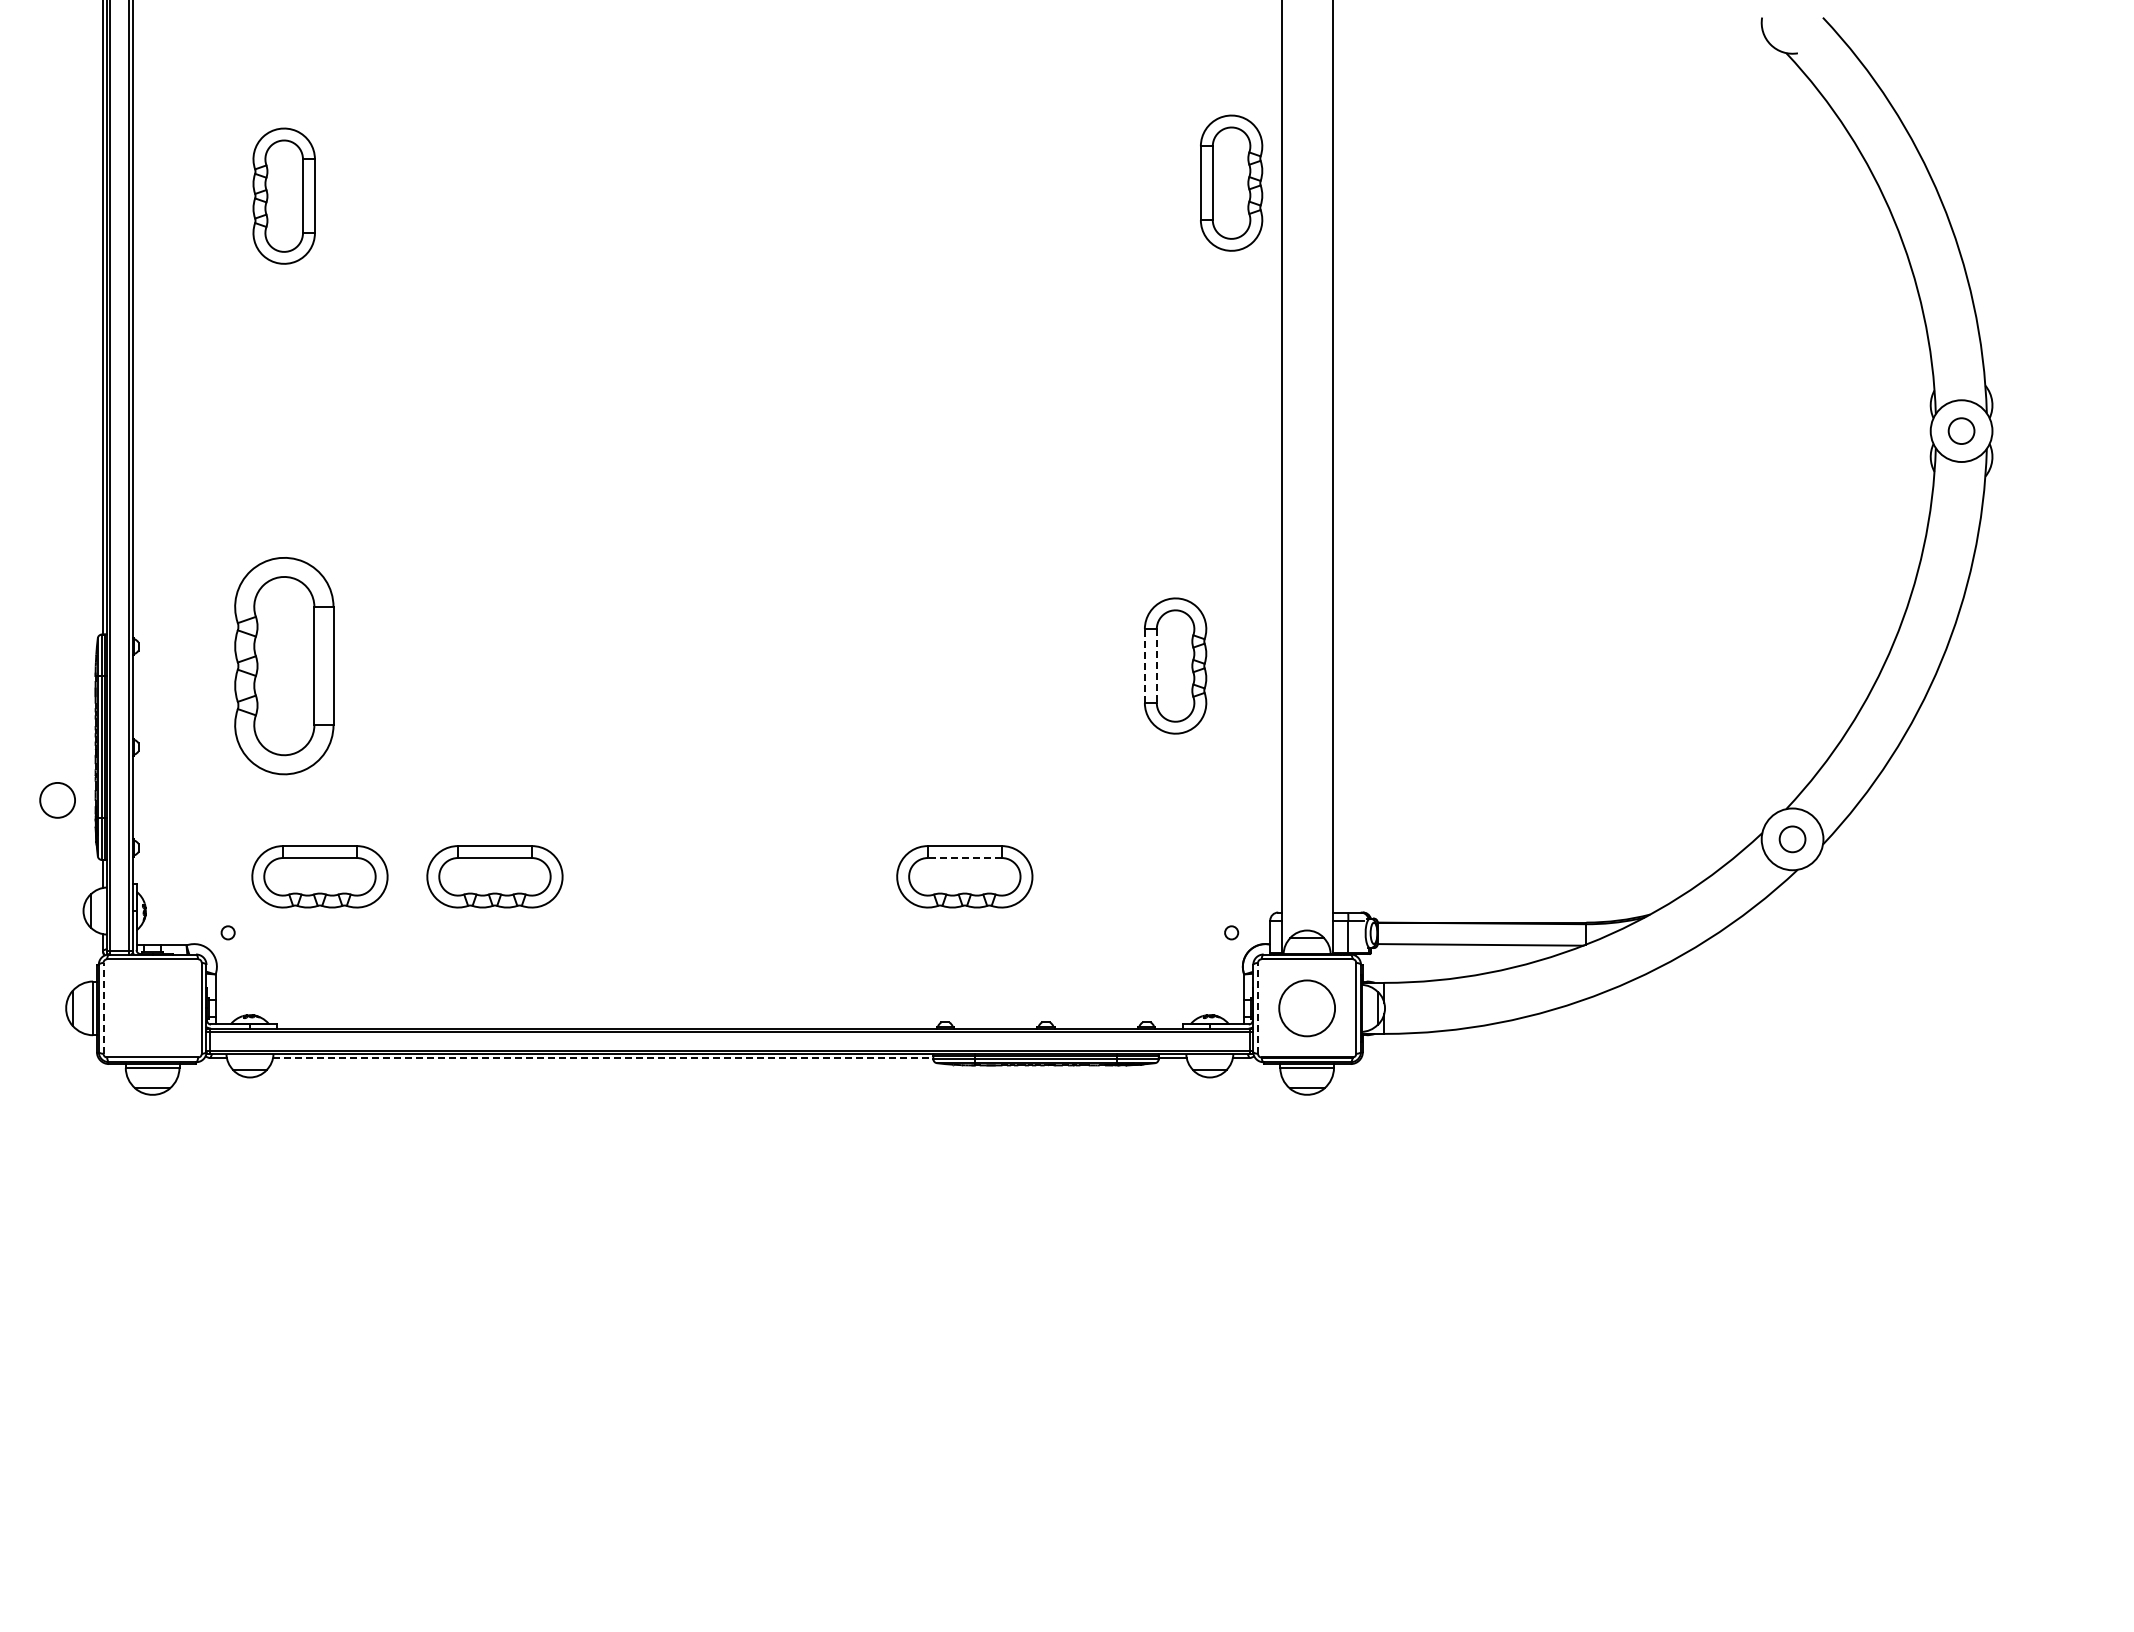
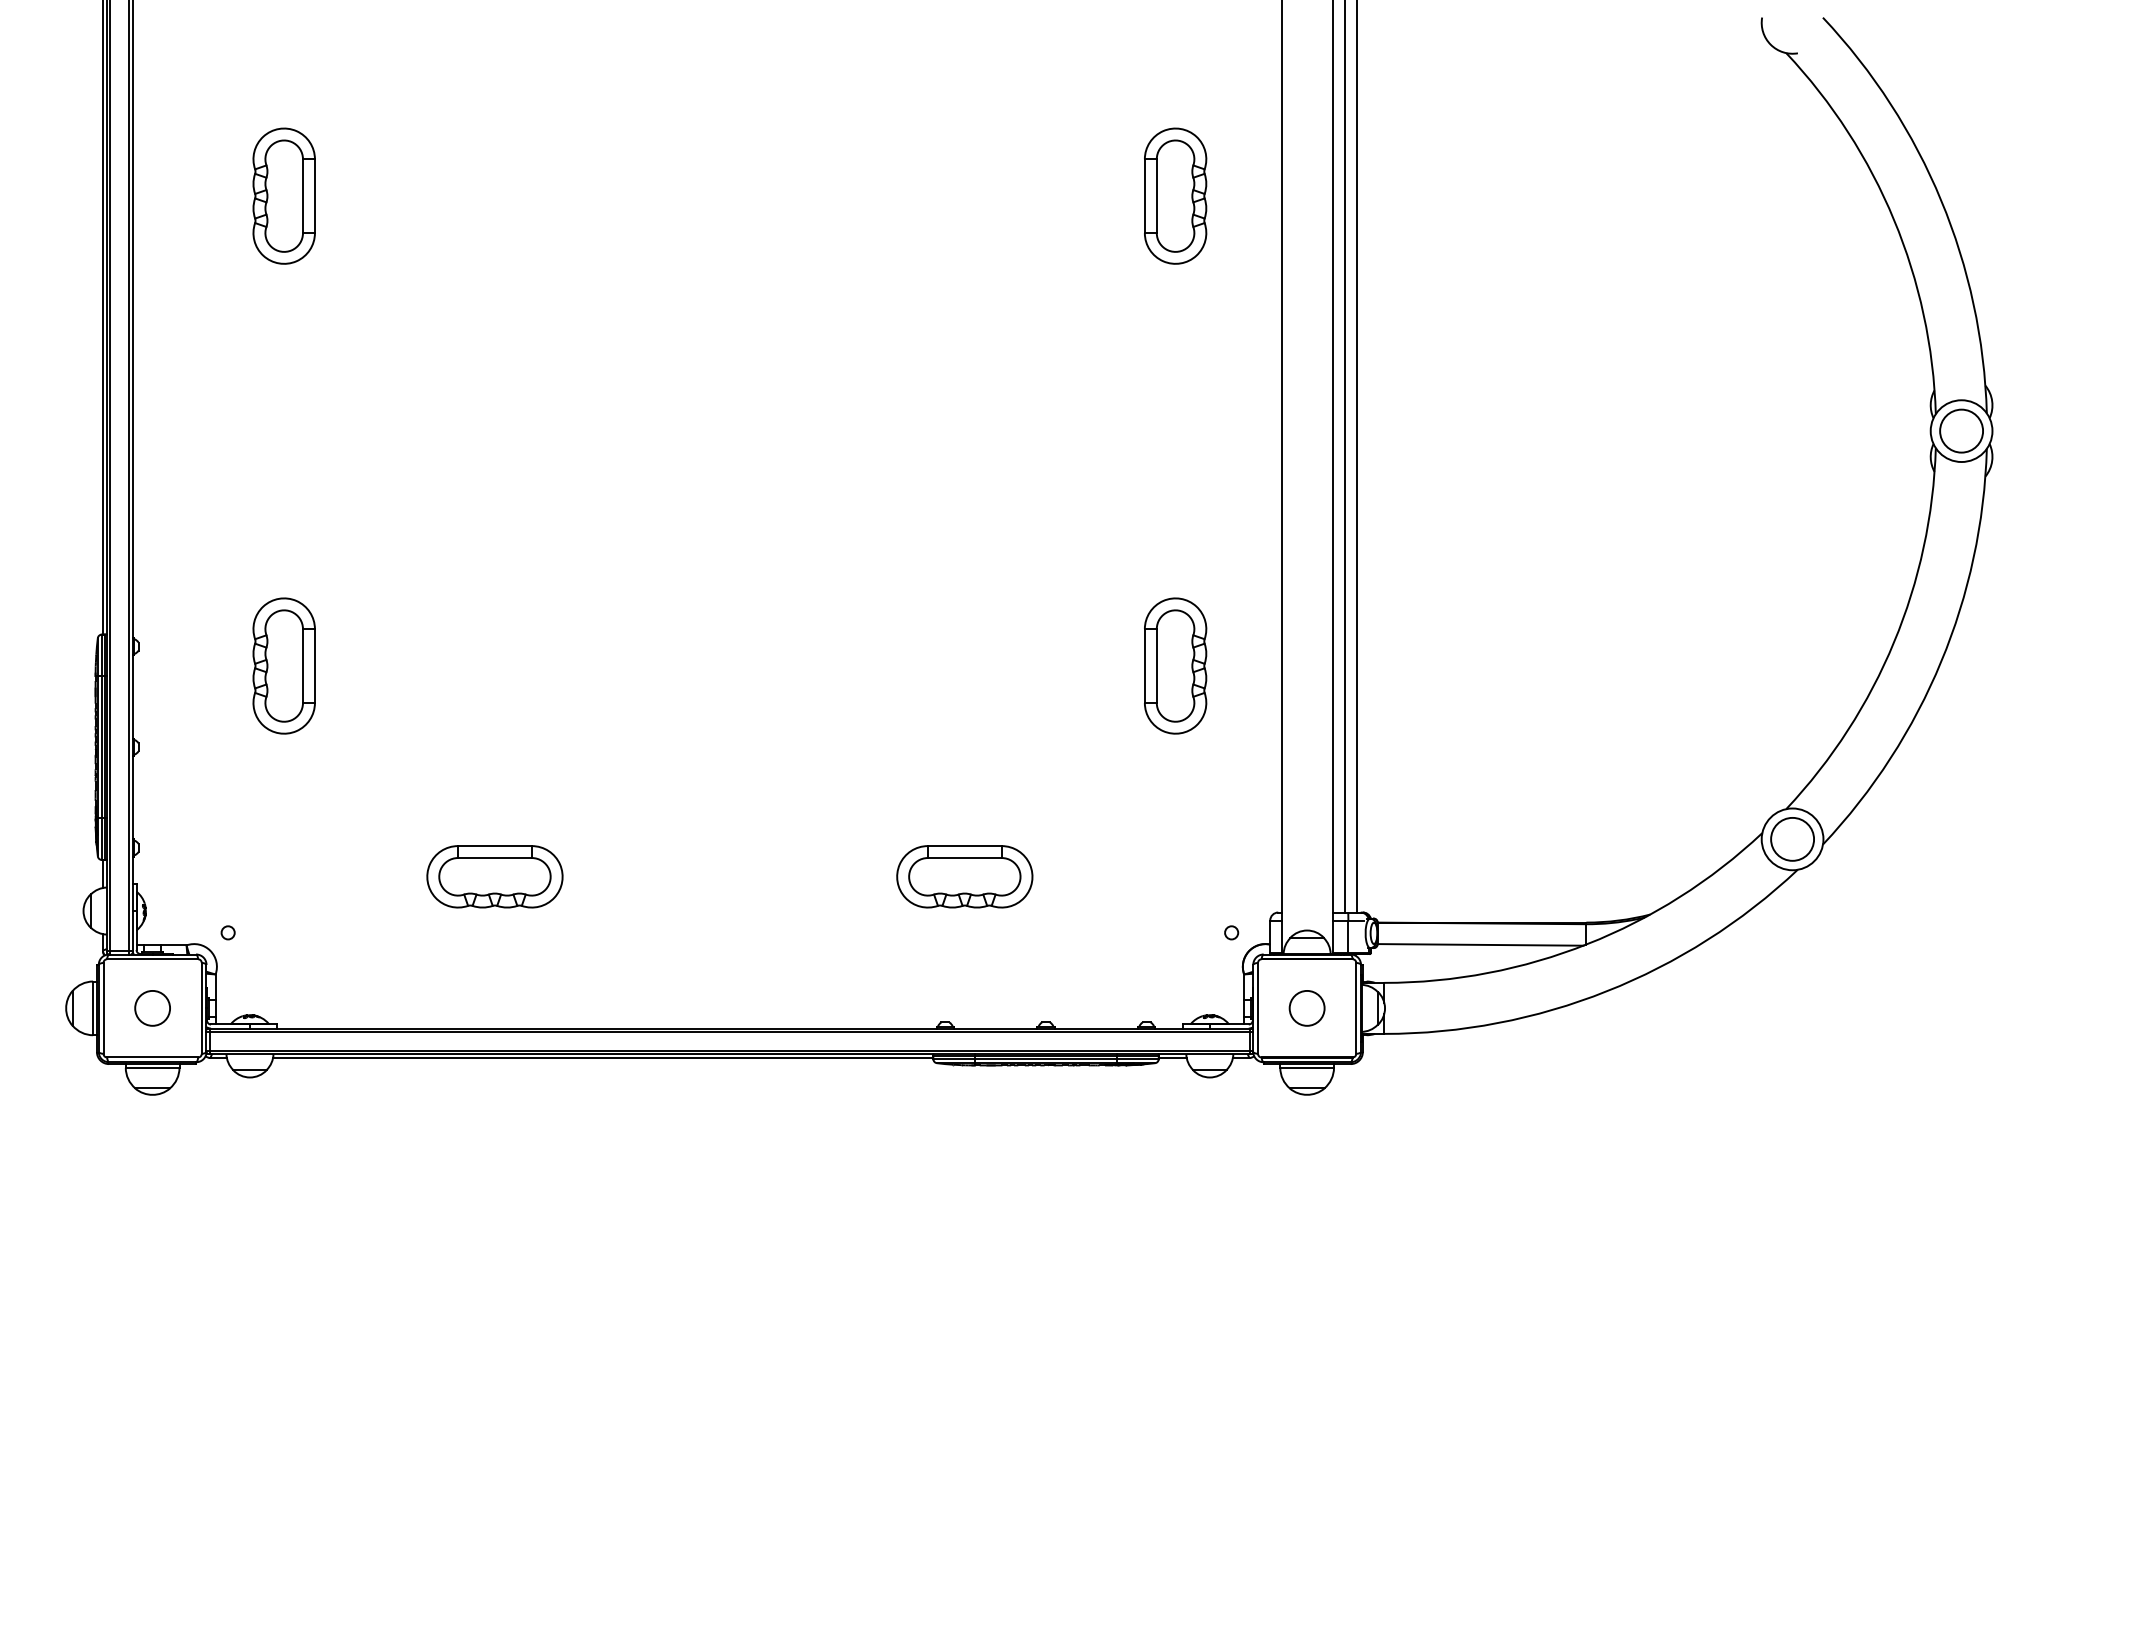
part at (1231, 182) position: (1231, 182) -> (1175, 195)
circle at (1961, 431) diameter: 26 px -> 43 px
line at (1344, 457): none -> present
line at (1356, 457): none -> present
part at (284, 666) size: 101x219 px -> 64x138 px
line at (1144, 666): dashed -> solid
line at (1156, 666): dashed -> solid
circle at (57, 800) position: (57, 800) -> (152, 1008)
circle at (1792, 839) diameter: 26 px -> 43 px
line at (964, 858): dashed -> solid
part at (319, 876): present -> none
line at (103, 1007): dashed -> solid
line at (1258, 1007): dashed -> solid
circle at (1307, 1008) diameter: 56 px -> 35 px
line at (603, 1058): dashed -> solid
